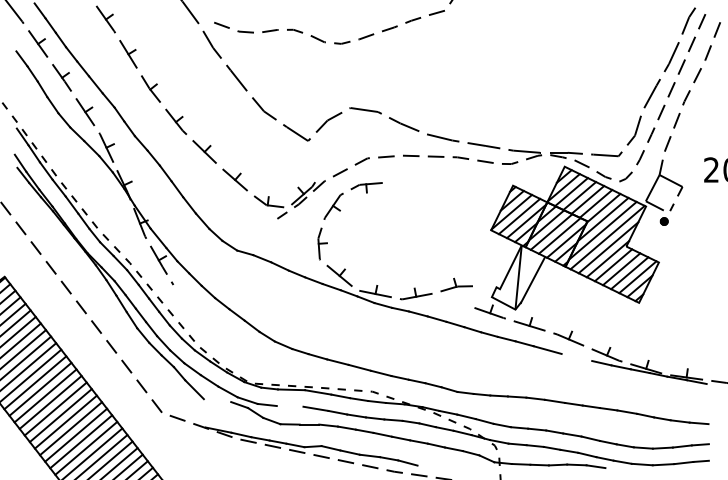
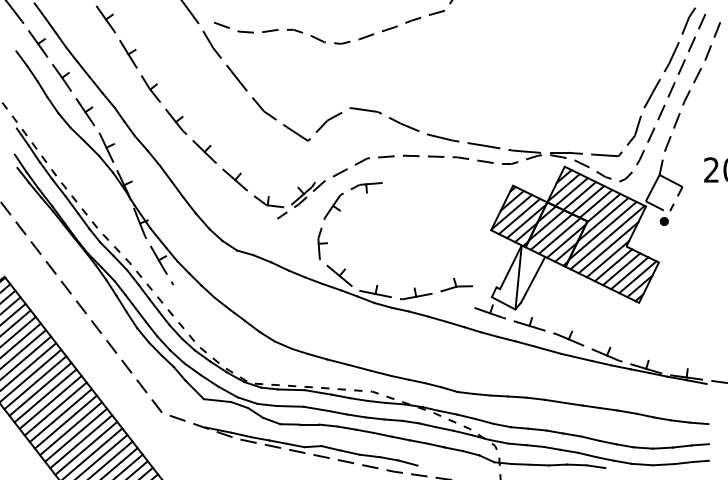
line at (576, 357): none -> present
line at (217, 400): none -> present
line at (289, 406): none -> present
